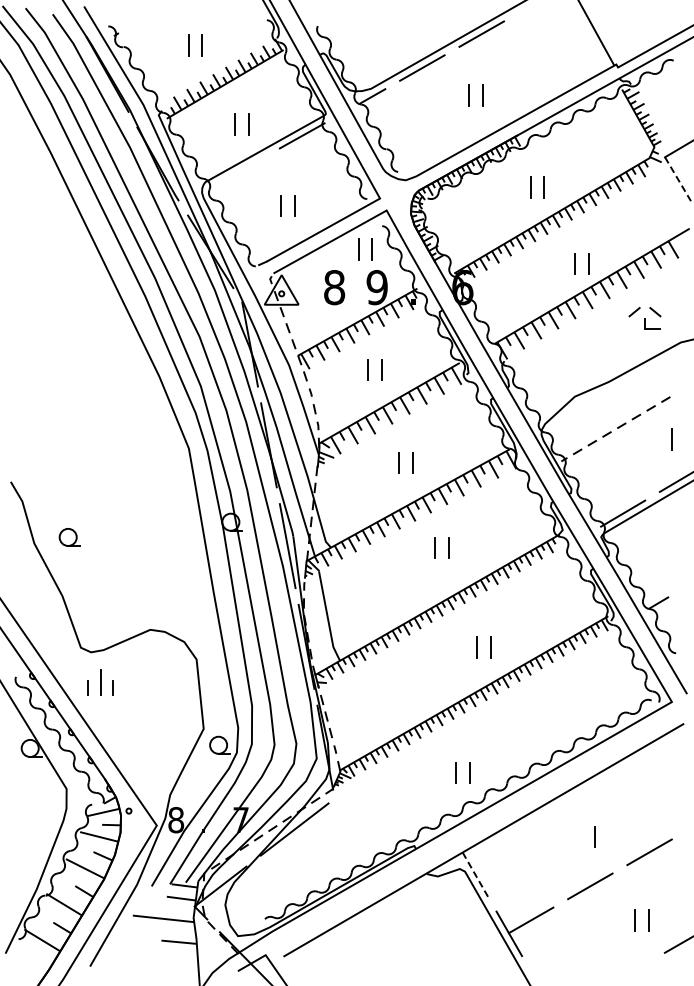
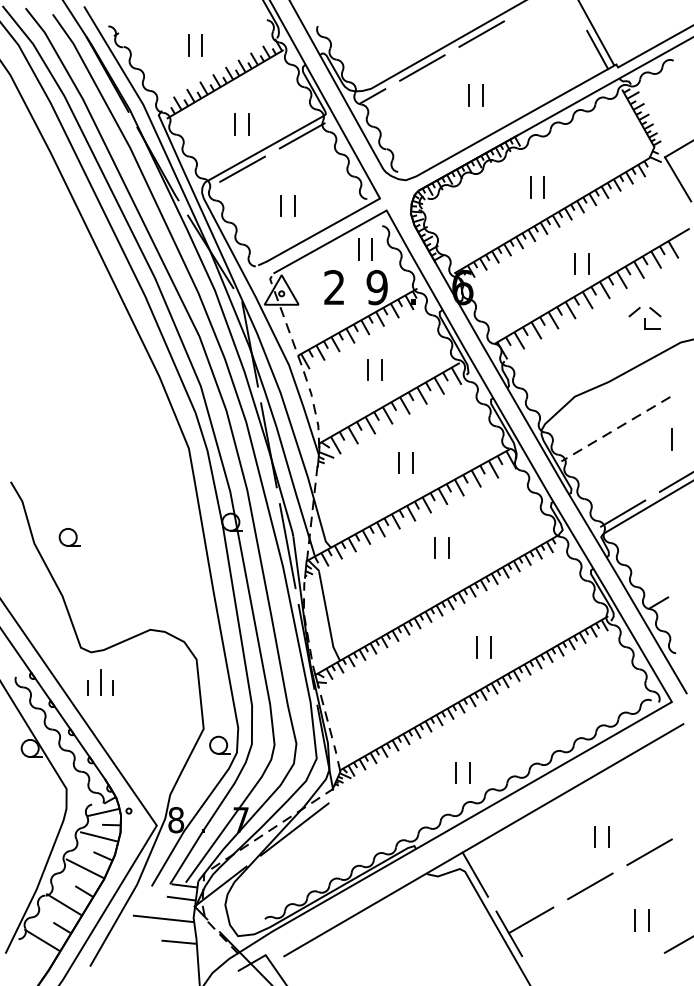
line at (597, 49): none -> present
line at (242, 168): none -> present
line at (678, 179): dashed -> solid
text at (334, 287): 8 -> 2
line at (608, 836): none -> present
line at (475, 874): dashed -> solid
